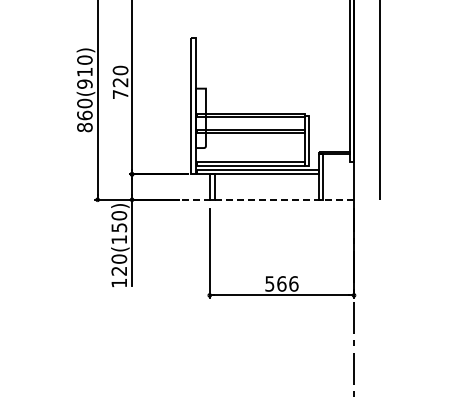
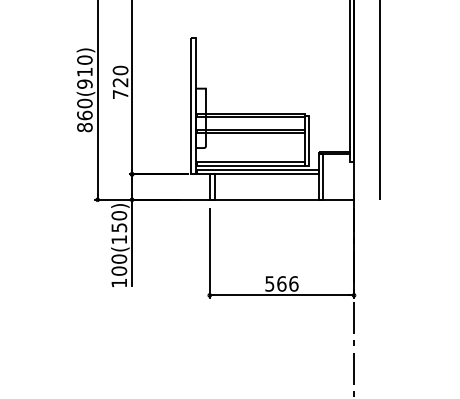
line at (255, 199): dashed -> solid
text at (119, 270): 120(150) -> 100(150)
